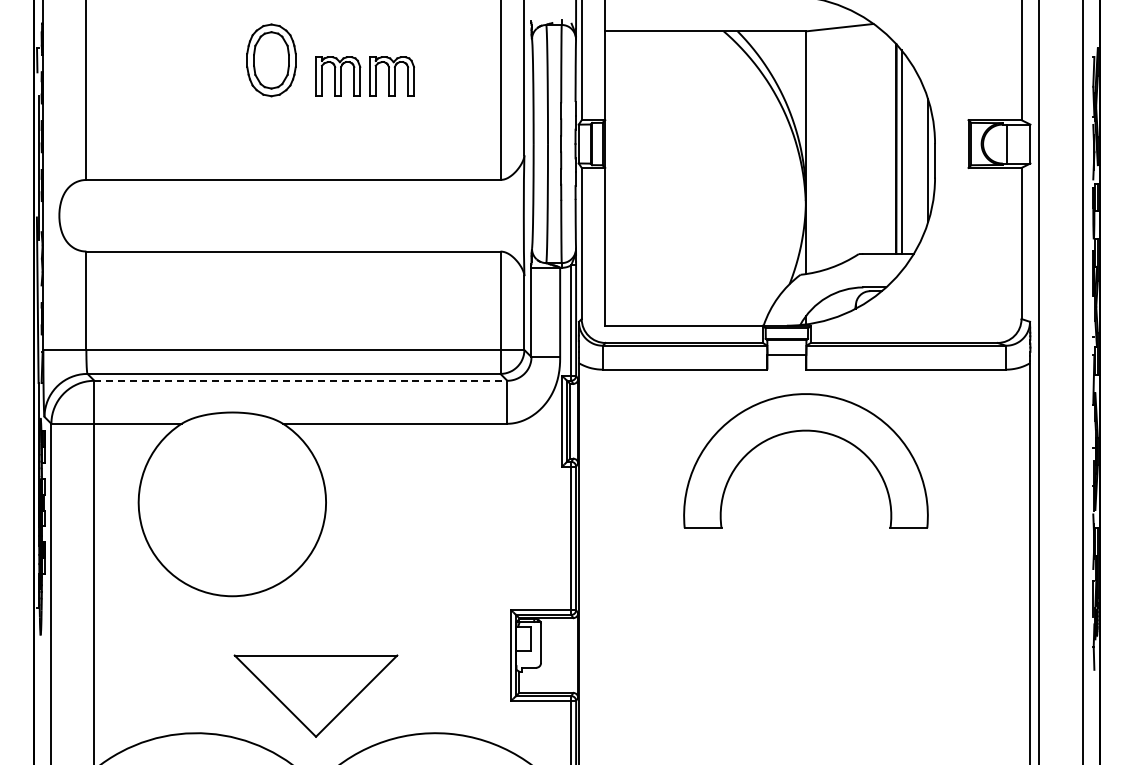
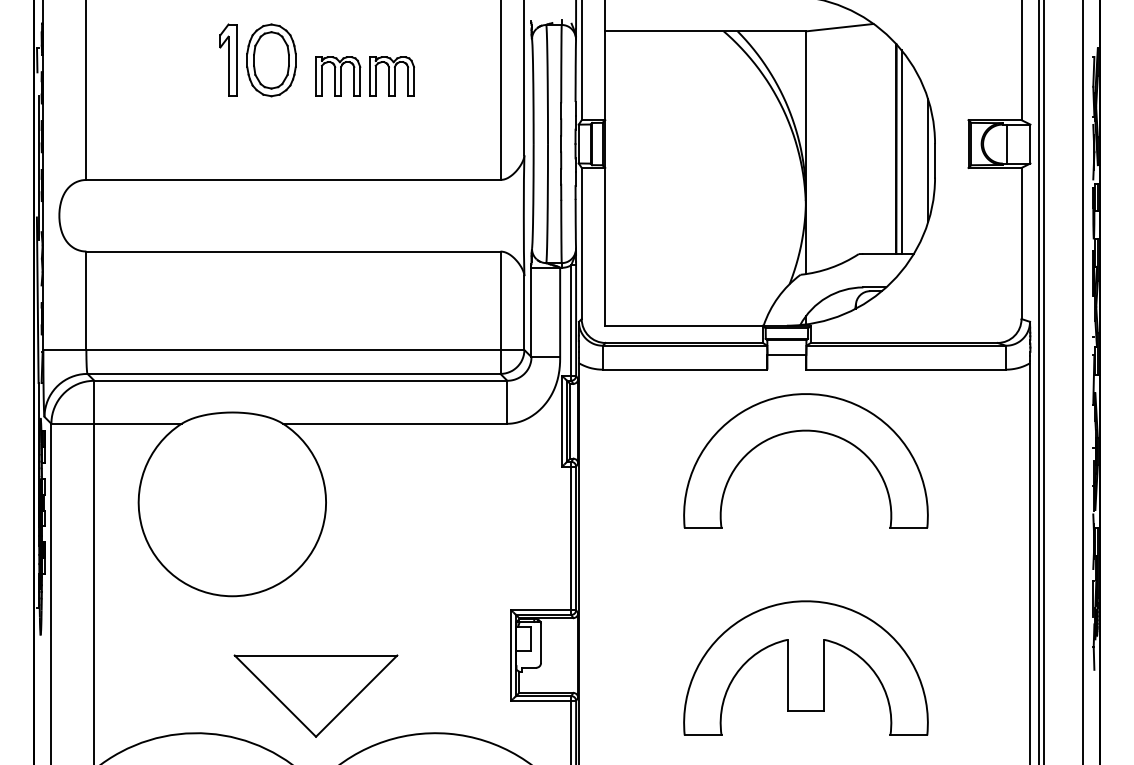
part at (228, 59): none -> present
line at (301, 380): dashed -> solid
line at (1043, 381): none -> present
part at (805, 667): none -> present
